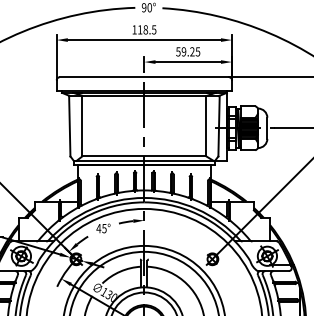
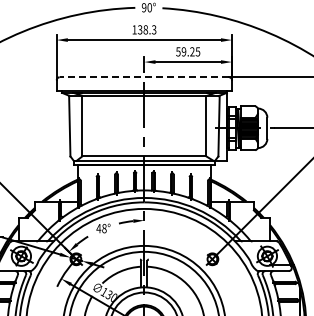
text at (146, 29): 118.5 -> 138.3
line at (144, 77): solid -> dashed
text at (104, 228): 45° -> 48°
